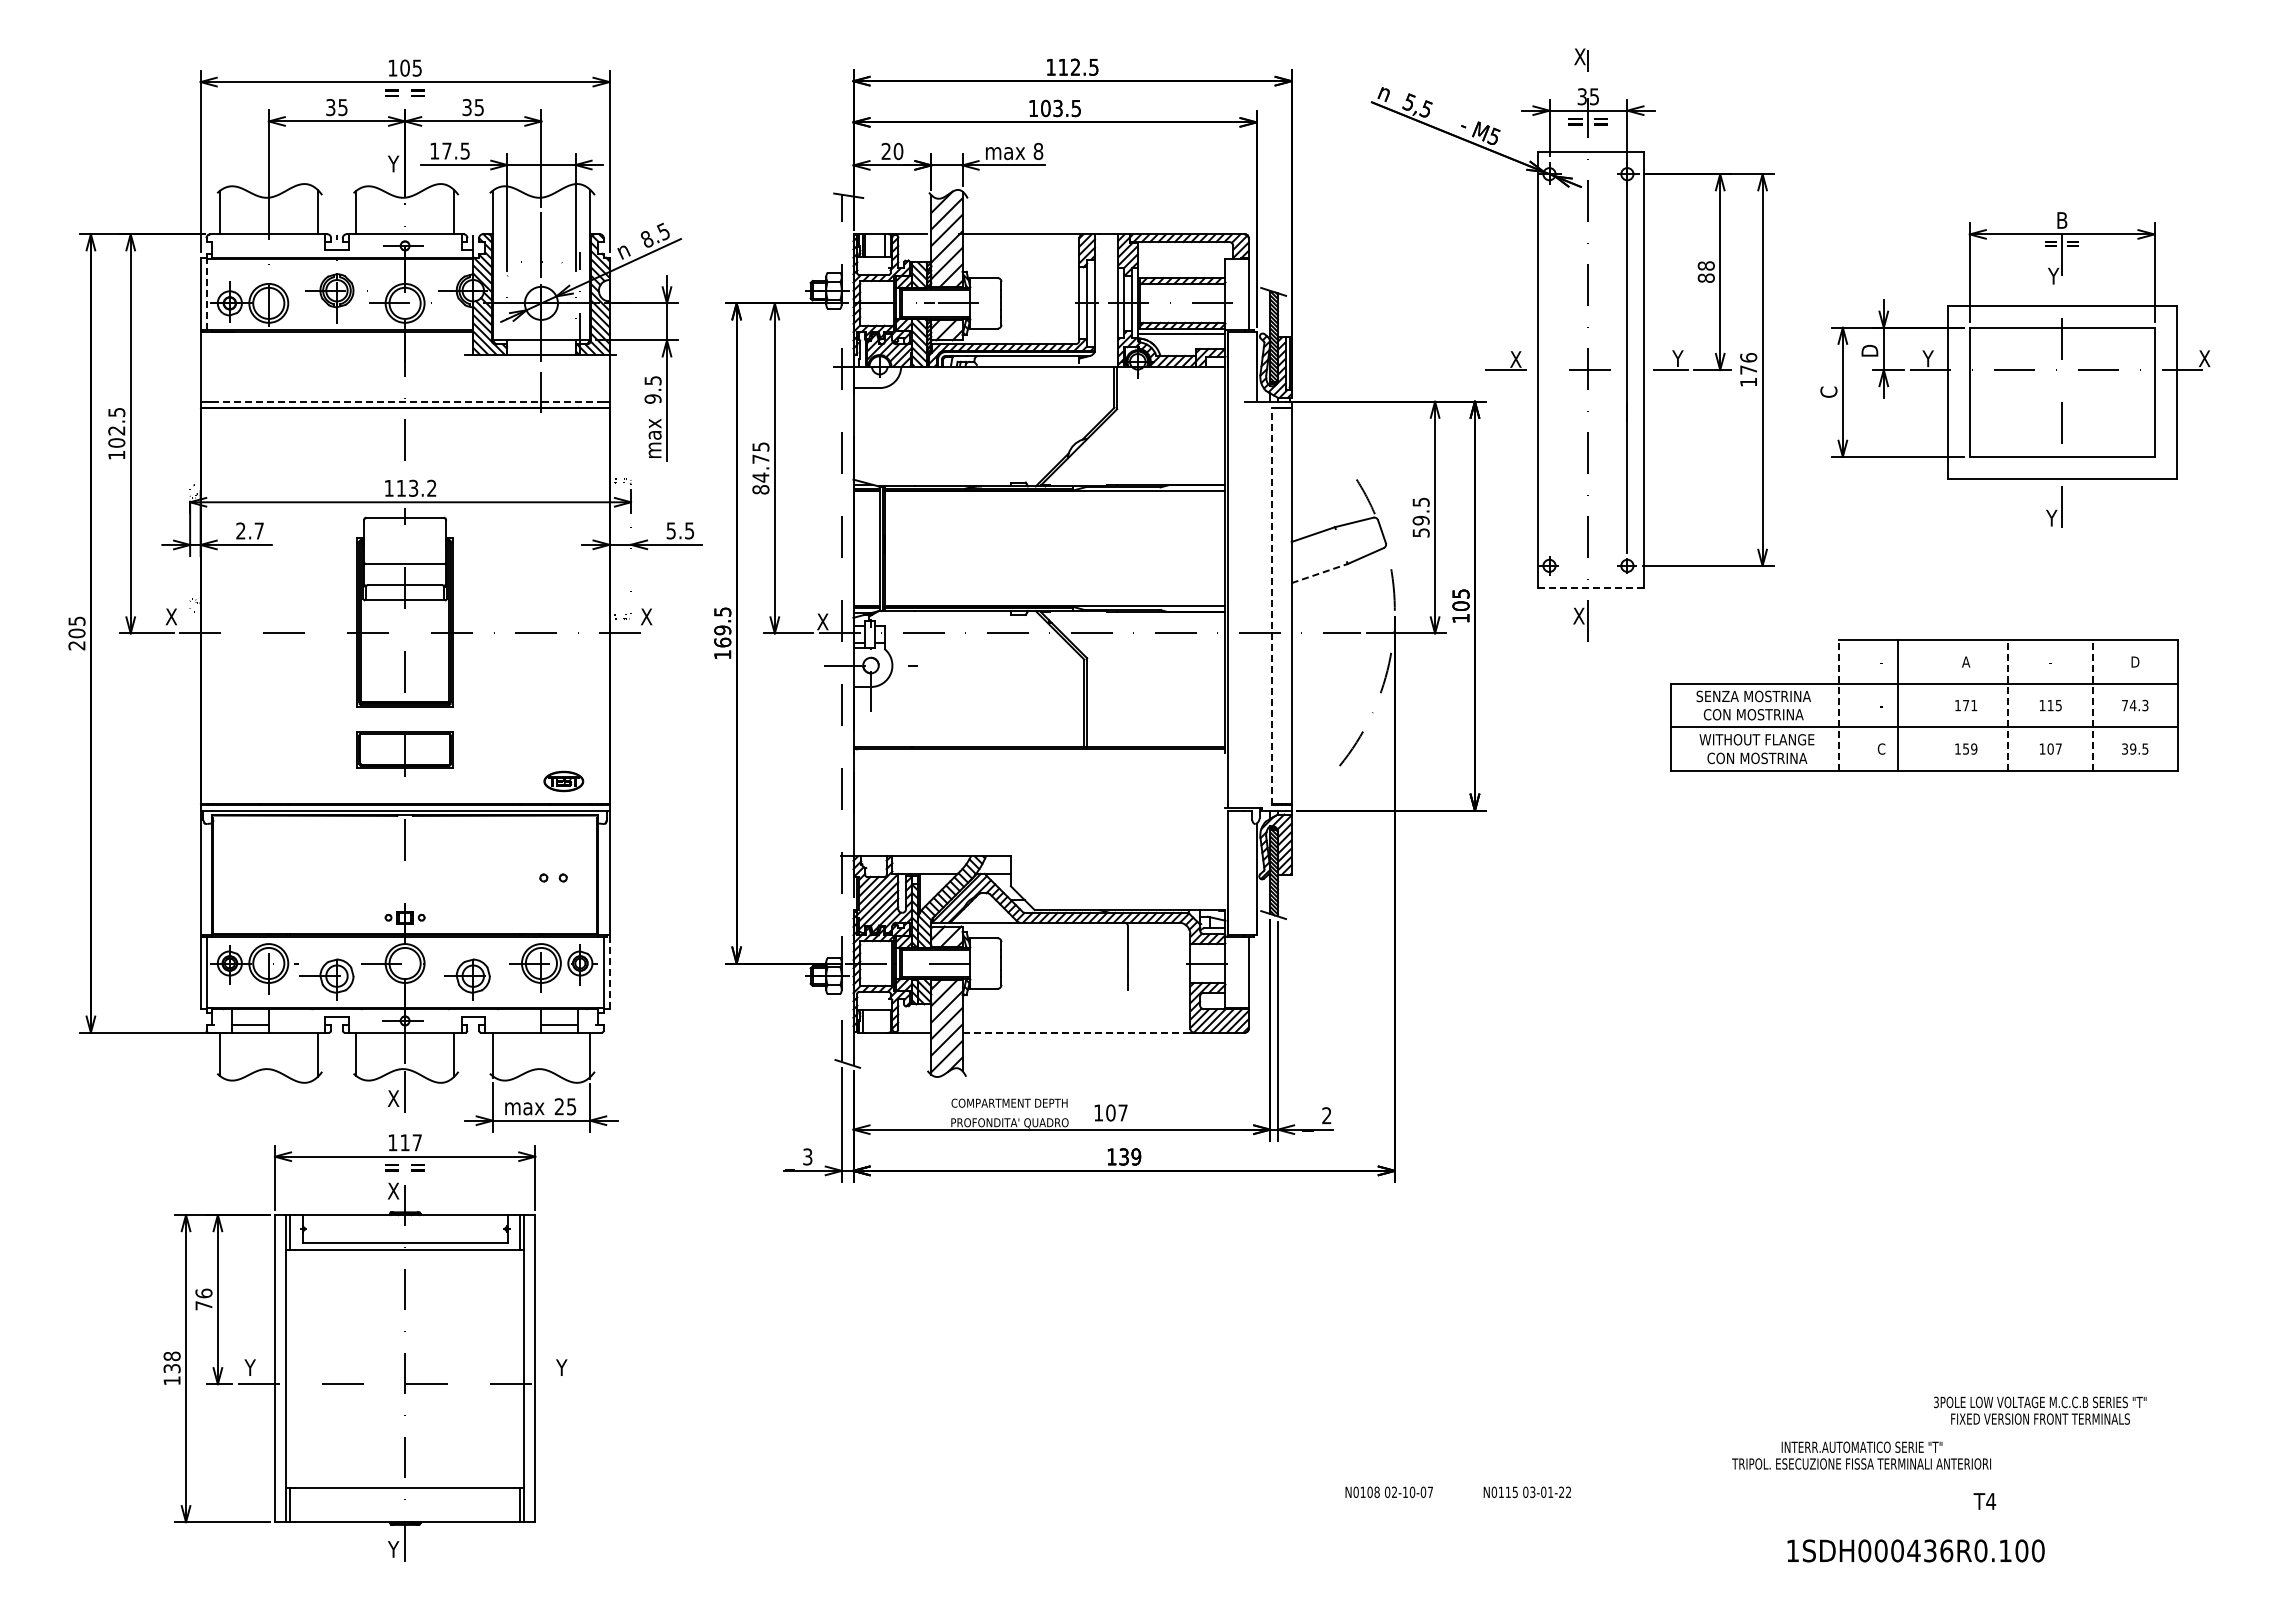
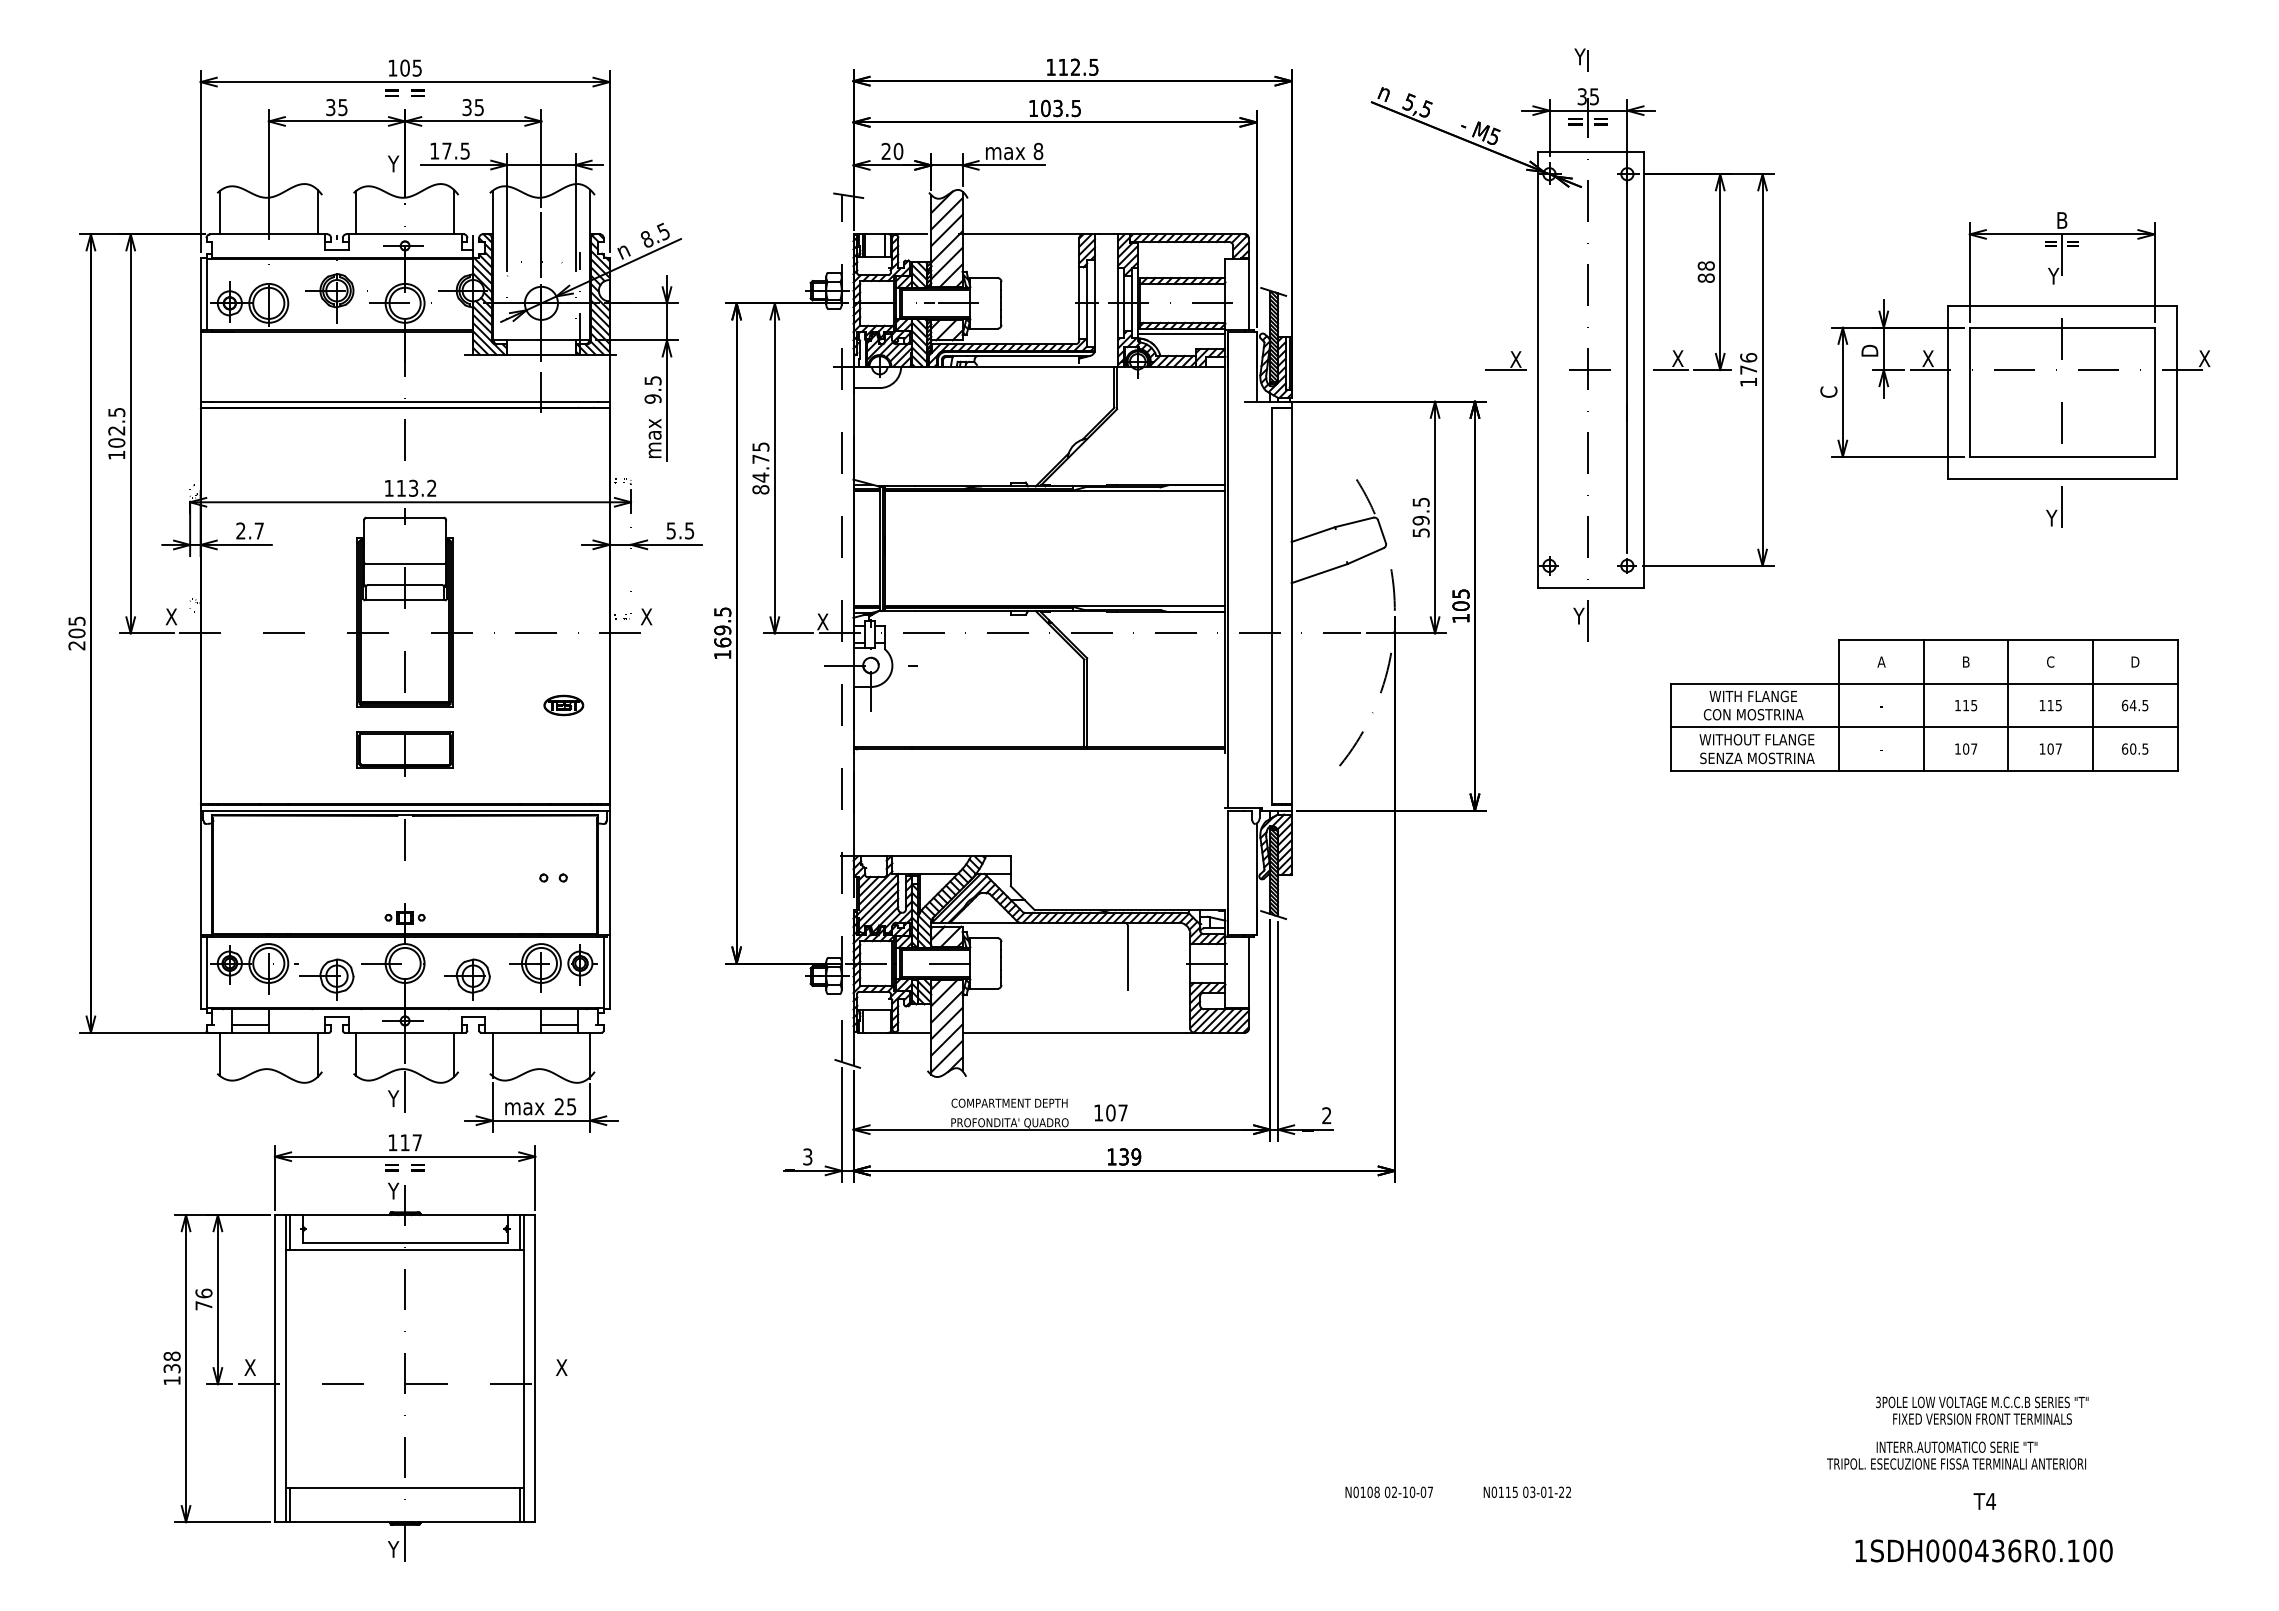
text at (1579, 56): X -> Y
line at (206, 294): dashed -> solid
text at (1677, 358): Y -> X
text at (1927, 358): Y -> X
line at (405, 401): dashed -> solid
line at (1319, 573): dashed -> solid
line at (1591, 588): dashed -> solid
line at (1272, 606): dashed -> solid
text at (1578, 616): X -> Y
text at (1881, 661): - -> A
text at (1966, 661): A -> B
text at (2050, 661): - -> C
text at (1753, 696): SENZA MOSTRINA -> WITH FLANGE
line at (1839, 705): dashed -> solid
line at (1897, 705) position: (1897, 705) -> (1923, 705)
text at (1970, 705): 171 -> 115
line at (2008, 705): dashed -> solid
line at (2092, 705): dashed -> solid
text at (2135, 705): 74.3 -> 64.5
text at (1881, 748): C -> -
text at (1970, 748): 159 -> 107
text at (2129, 748): 39.5 -> 60.5
text at (1757, 758): CON MOSTRINA -> SENZA MOSTRINA
part at (563, 781) position: (563, 781) -> (563, 705)
line at (609, 971): dashed -> solid
line at (1074, 1032): dashed -> solid
text at (393, 1098): X -> Y
text at (393, 1191): X -> Y
text at (249, 1367): Y -> X
text at (561, 1367): Y -> X
text at (2040, 1410) position: (2040, 1410) -> (1982, 1410)
text at (1861, 1455) position: (1861, 1455) -> (1956, 1455)
text at (1915, 1550) position: (1915, 1550) -> (1983, 1550)
